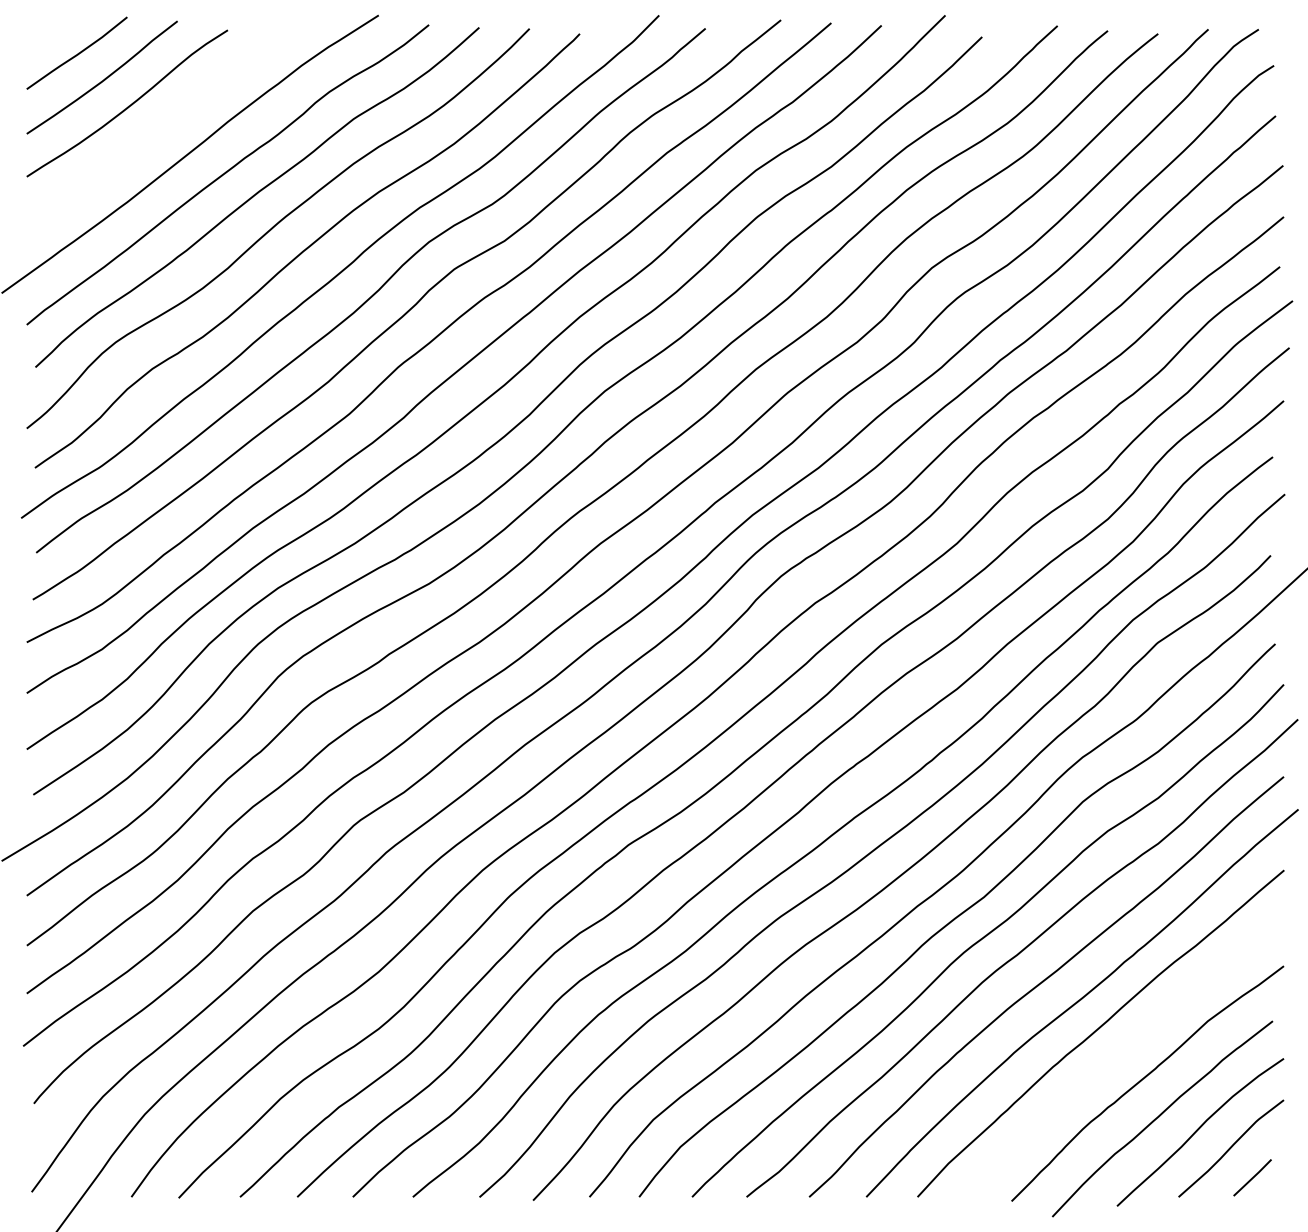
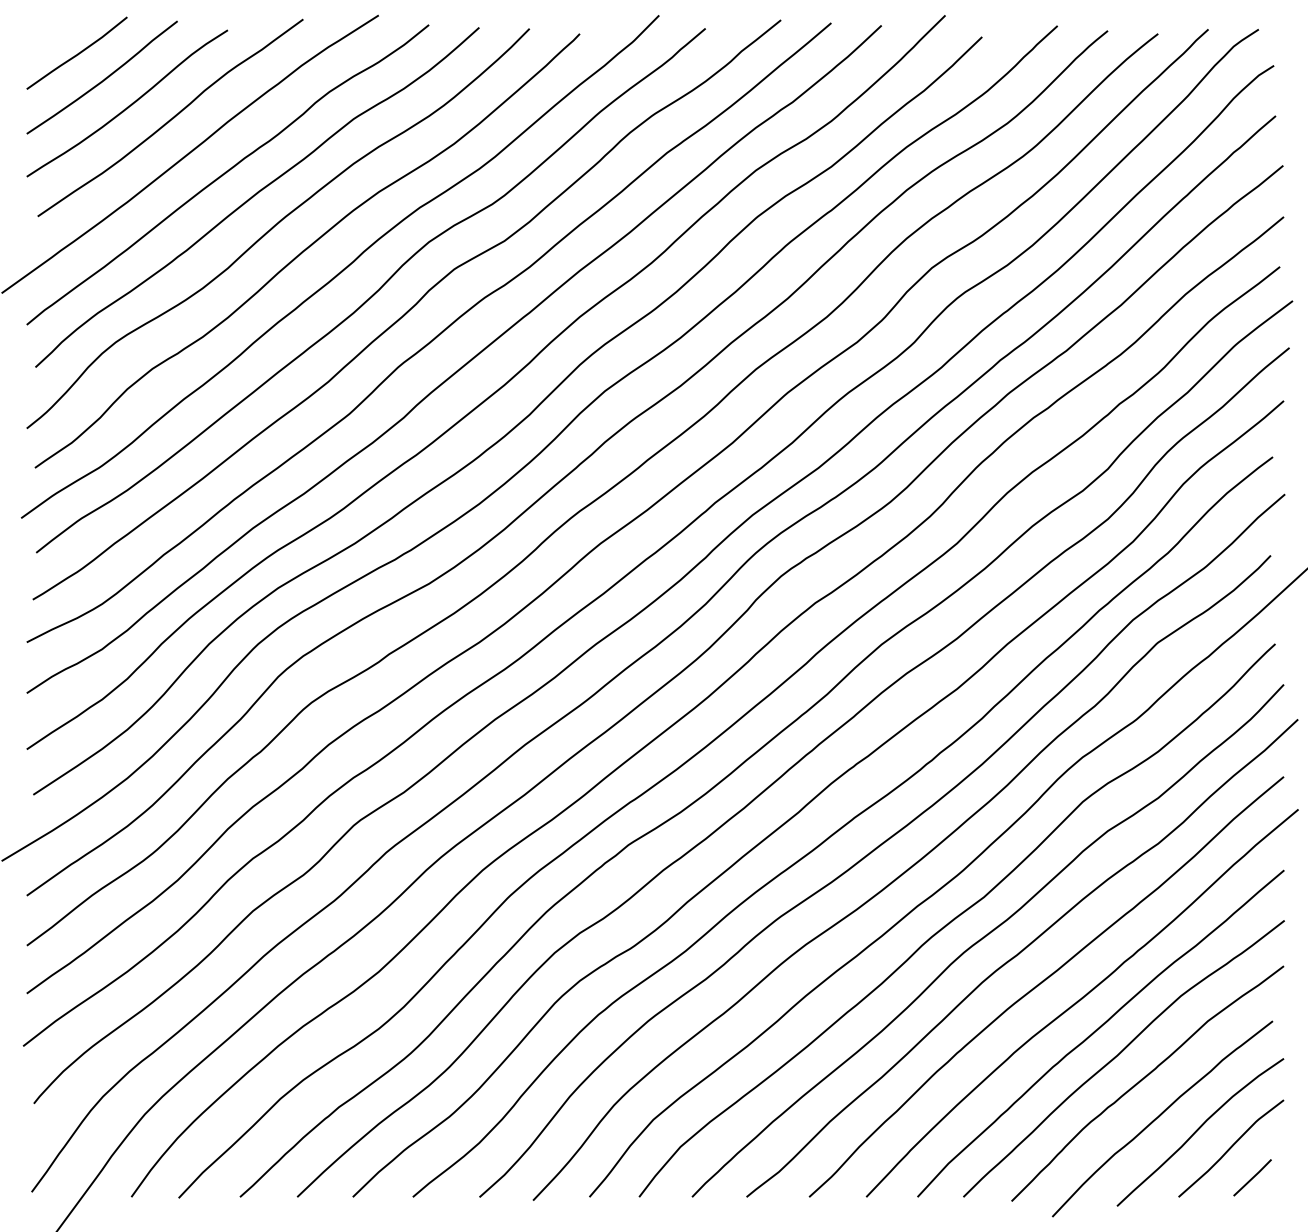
curve at (170, 118): none -> present
curve at (1121, 1053): none -> present
